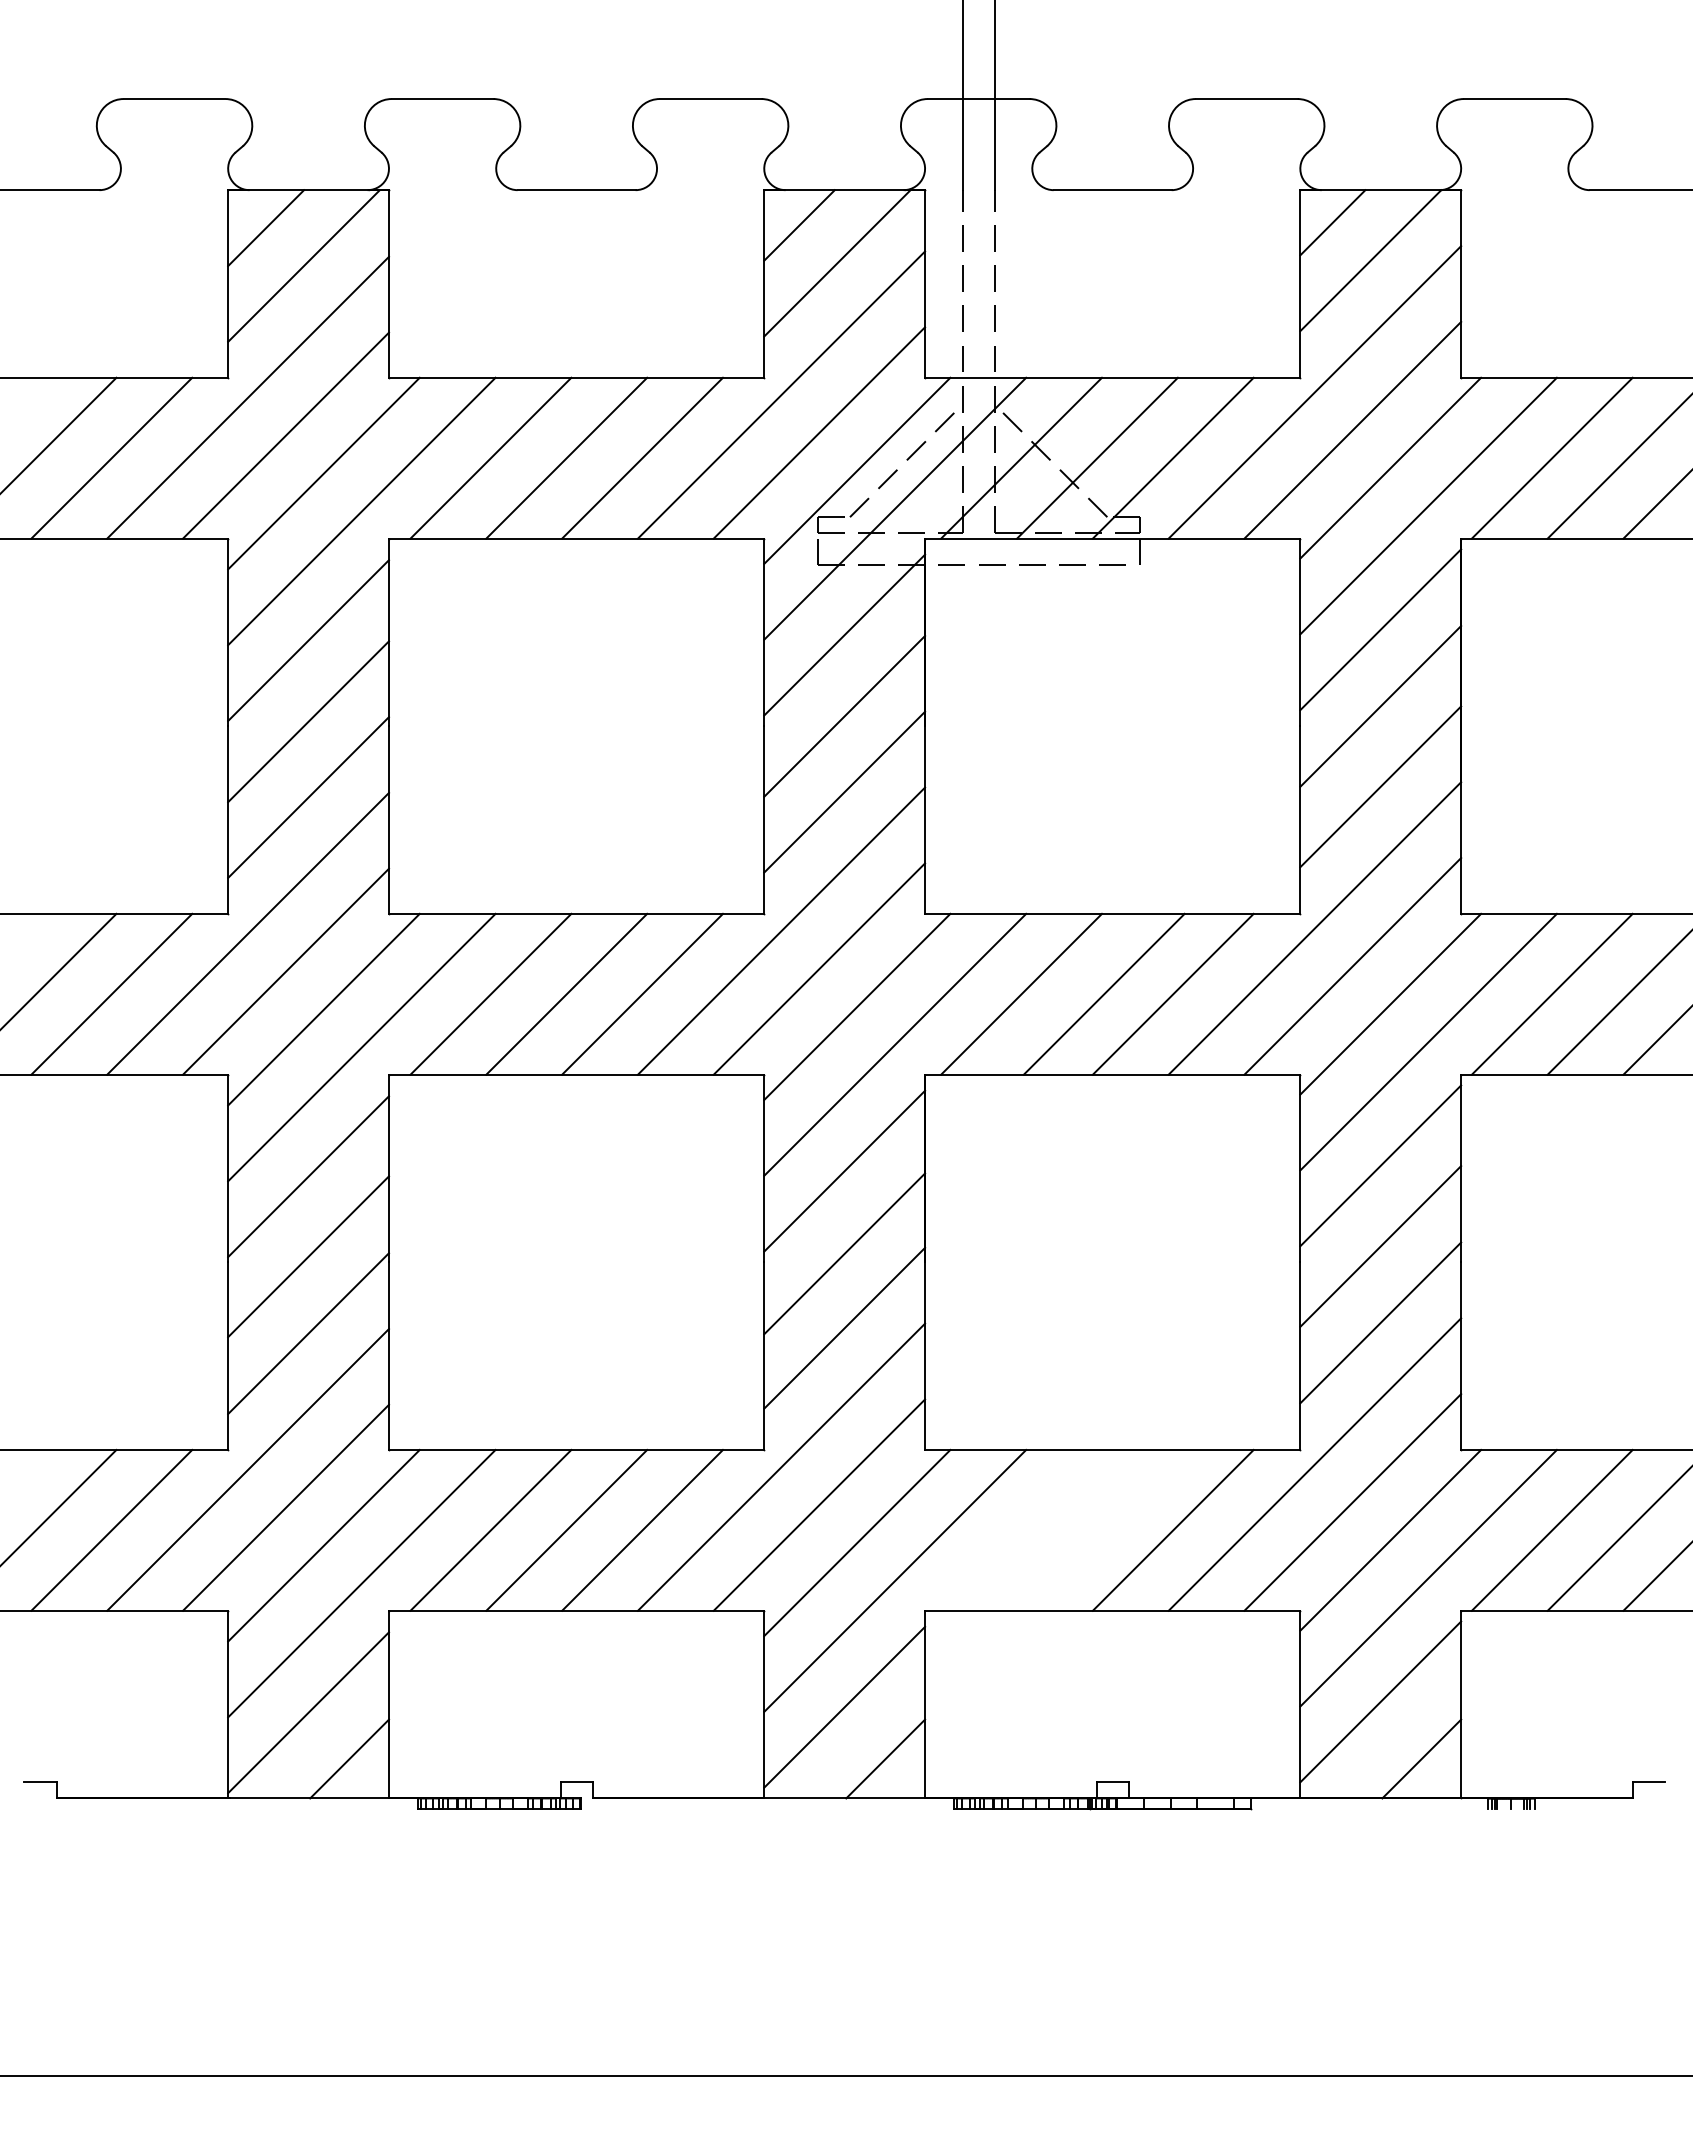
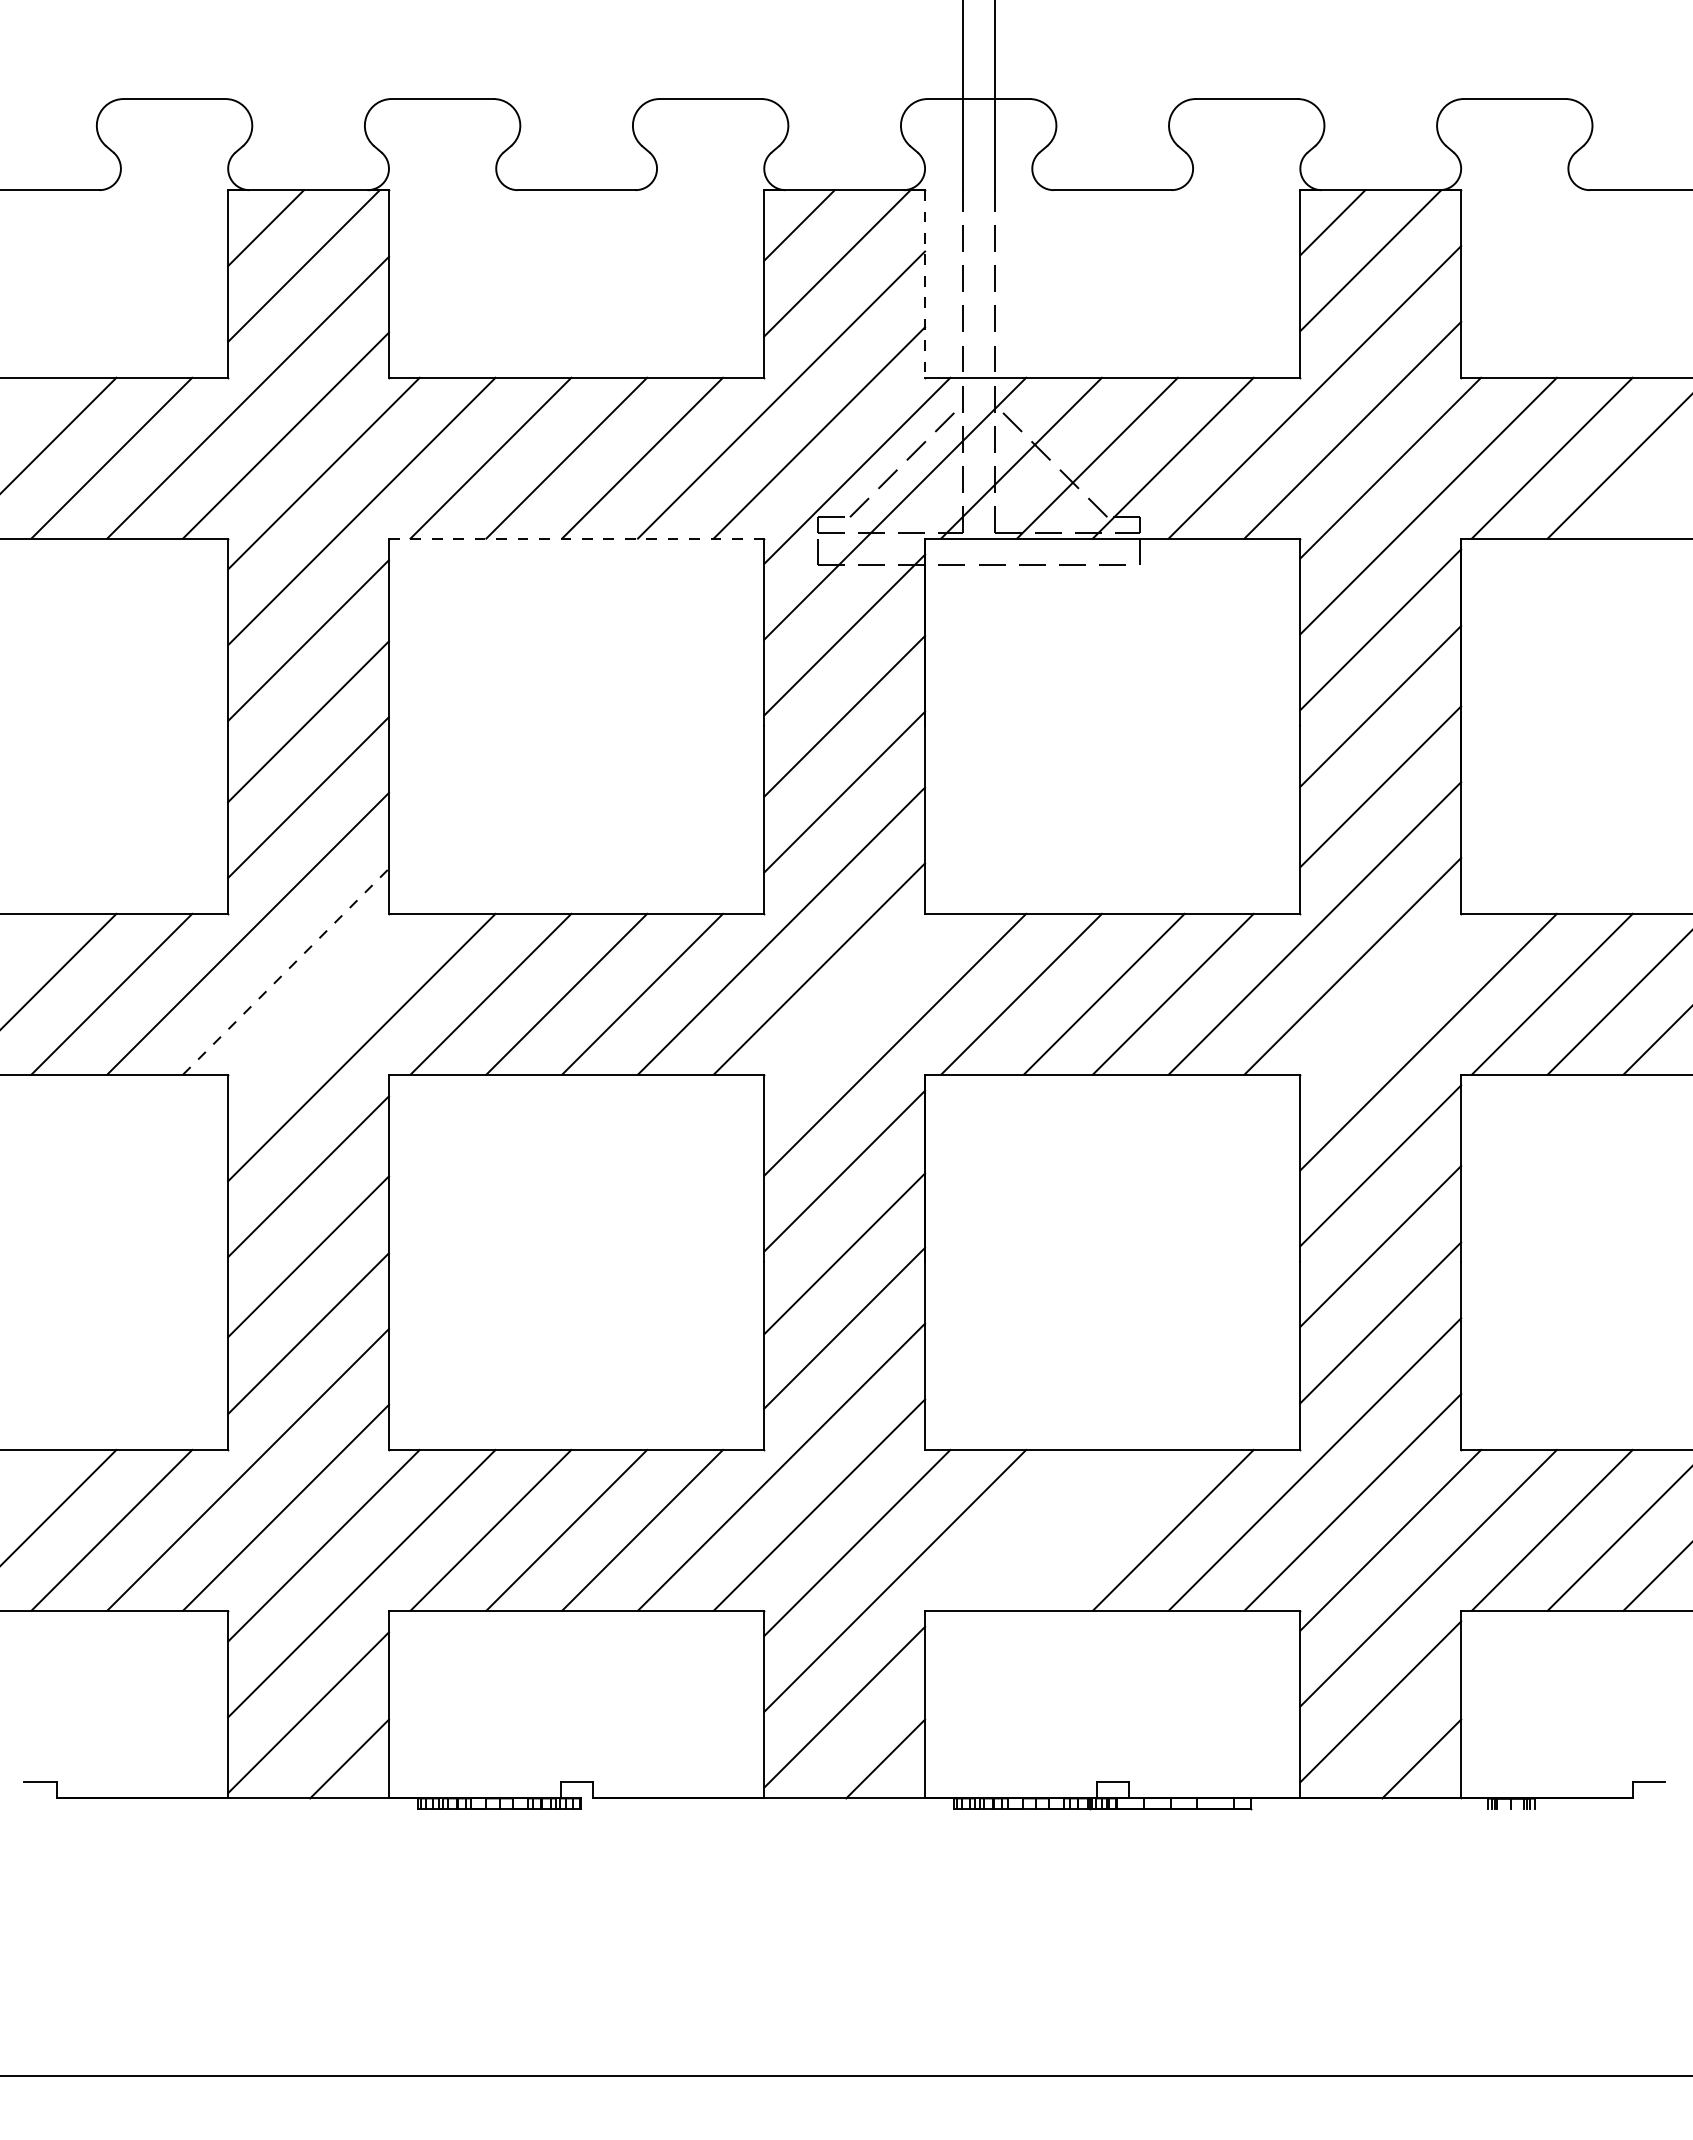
line at (925, 283): solid -> dashed
line at (1656, 505): present -> none
line at (576, 538): solid -> dashed
line at (286, 971): solid -> dashed
line at (1390, 1003): present -> none
line at (857, 1006): present -> none
line at (323, 1009): present -> none
